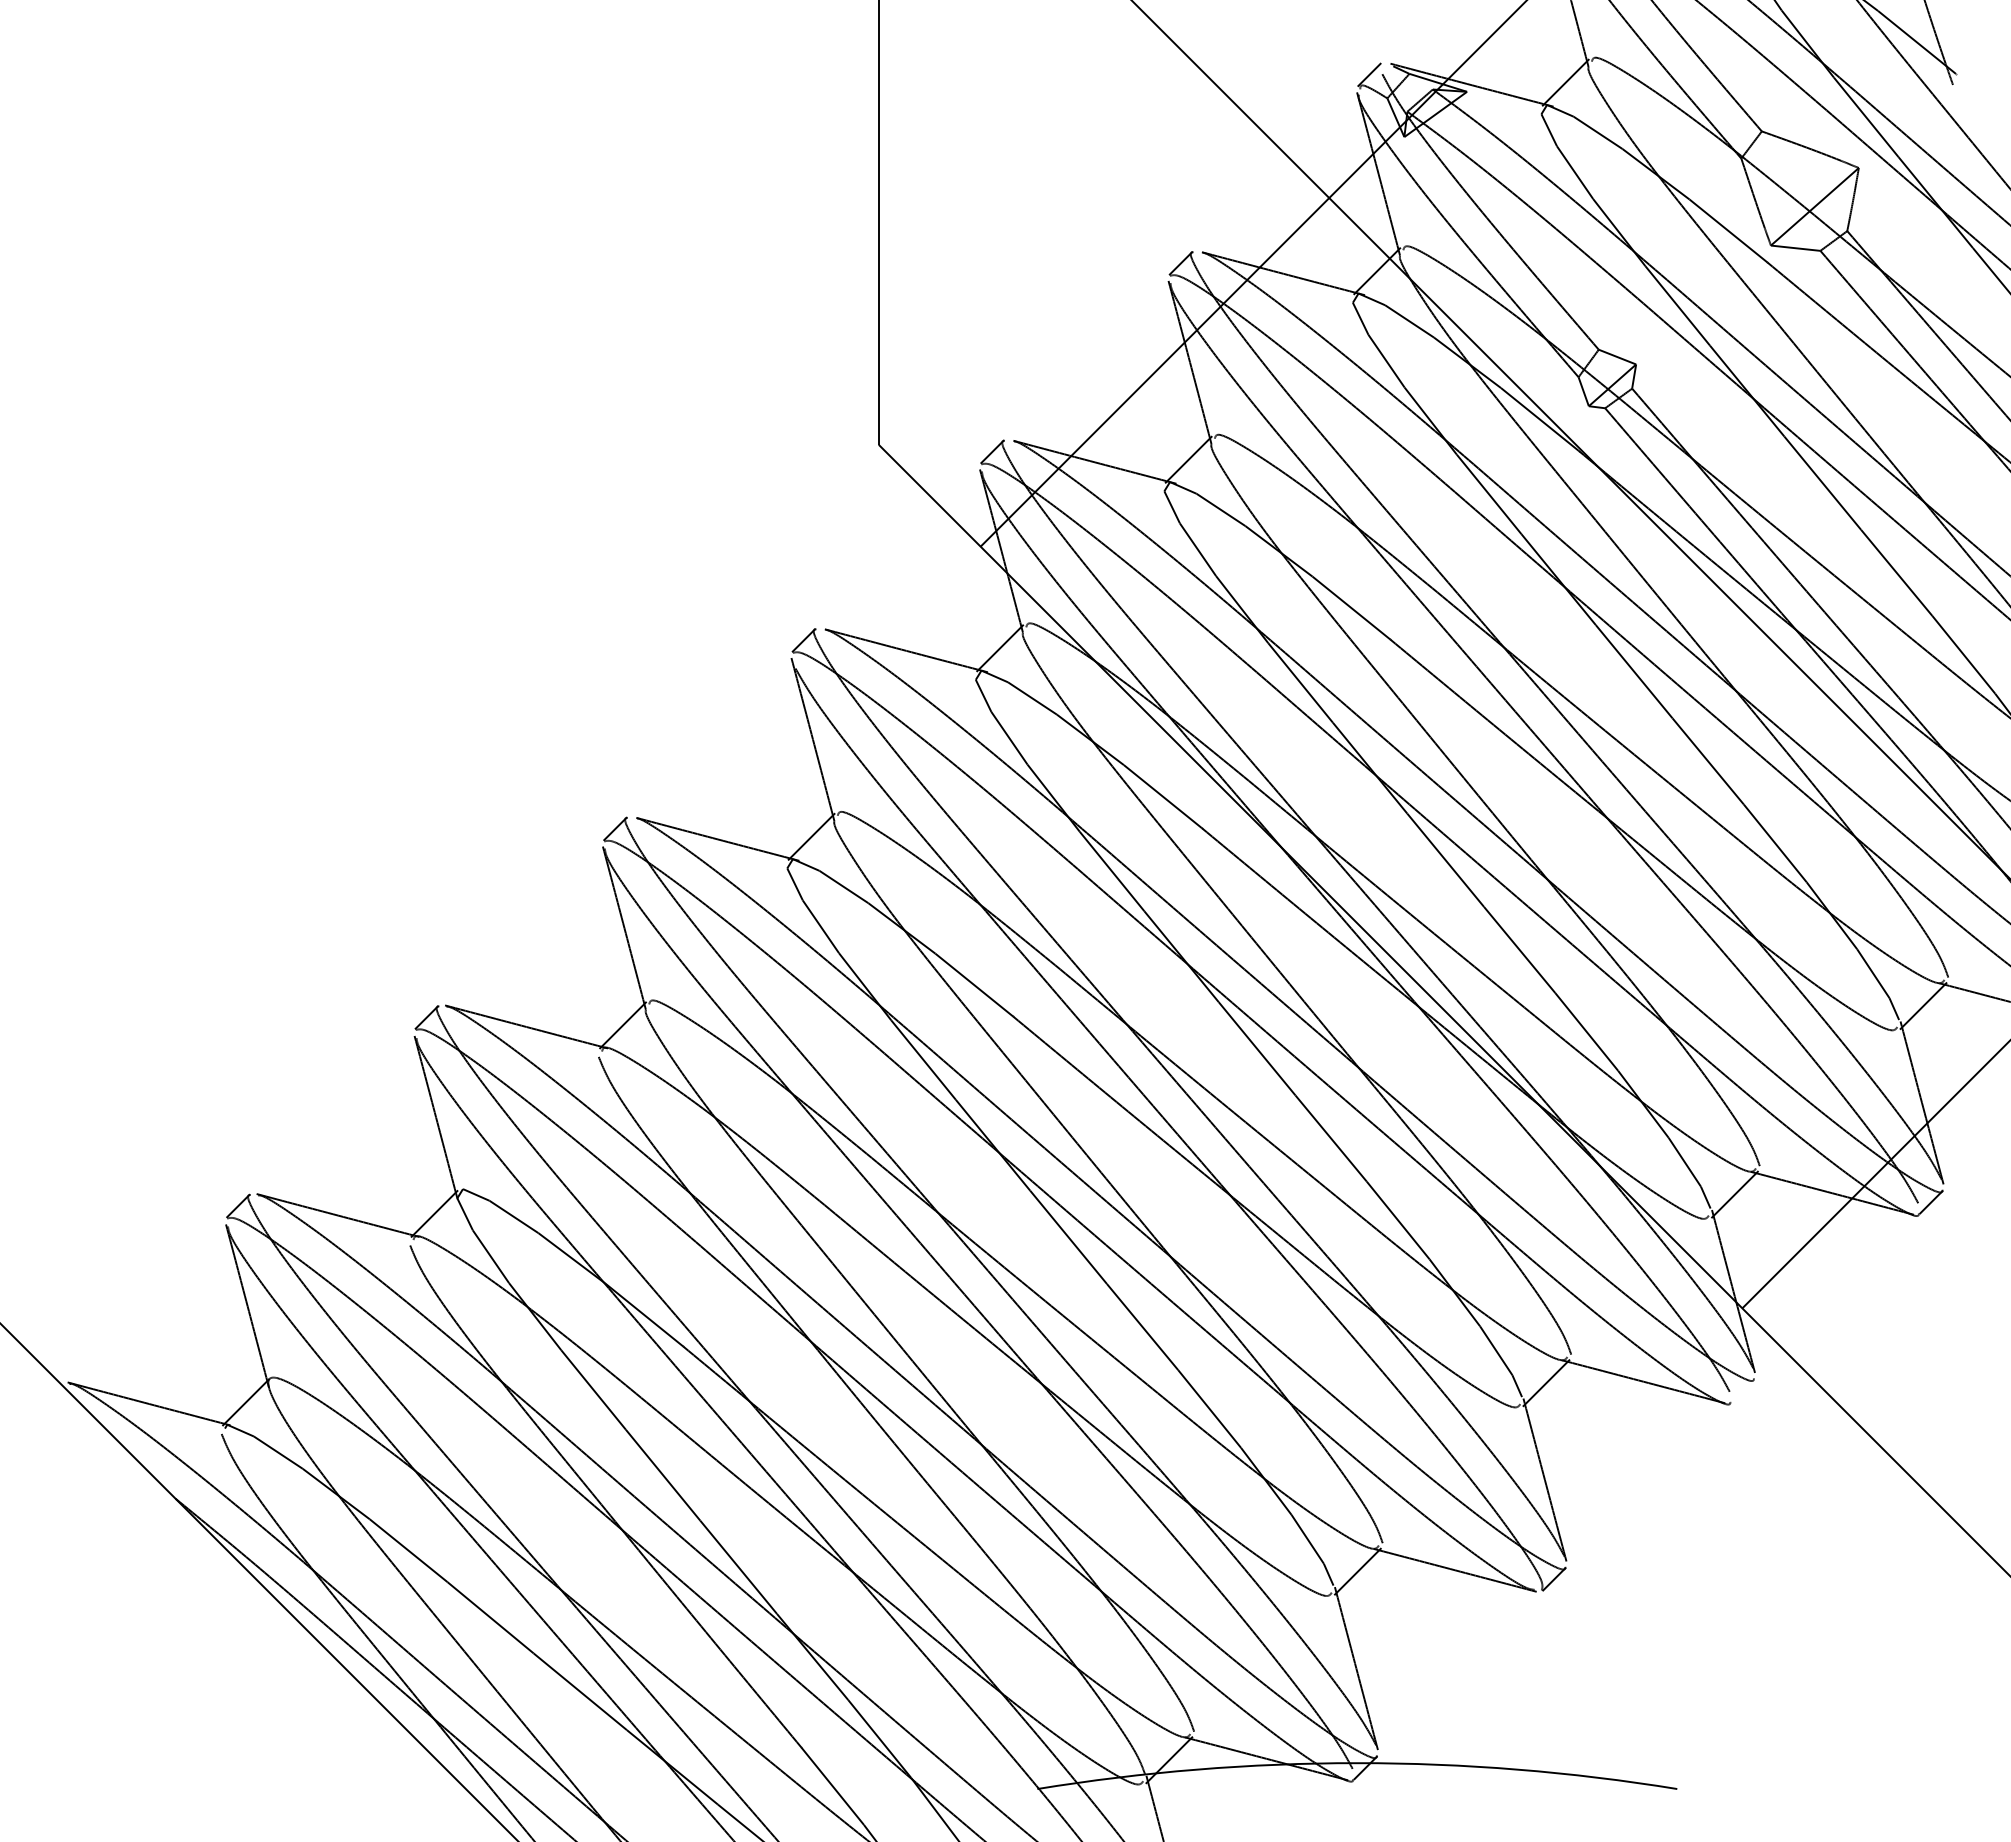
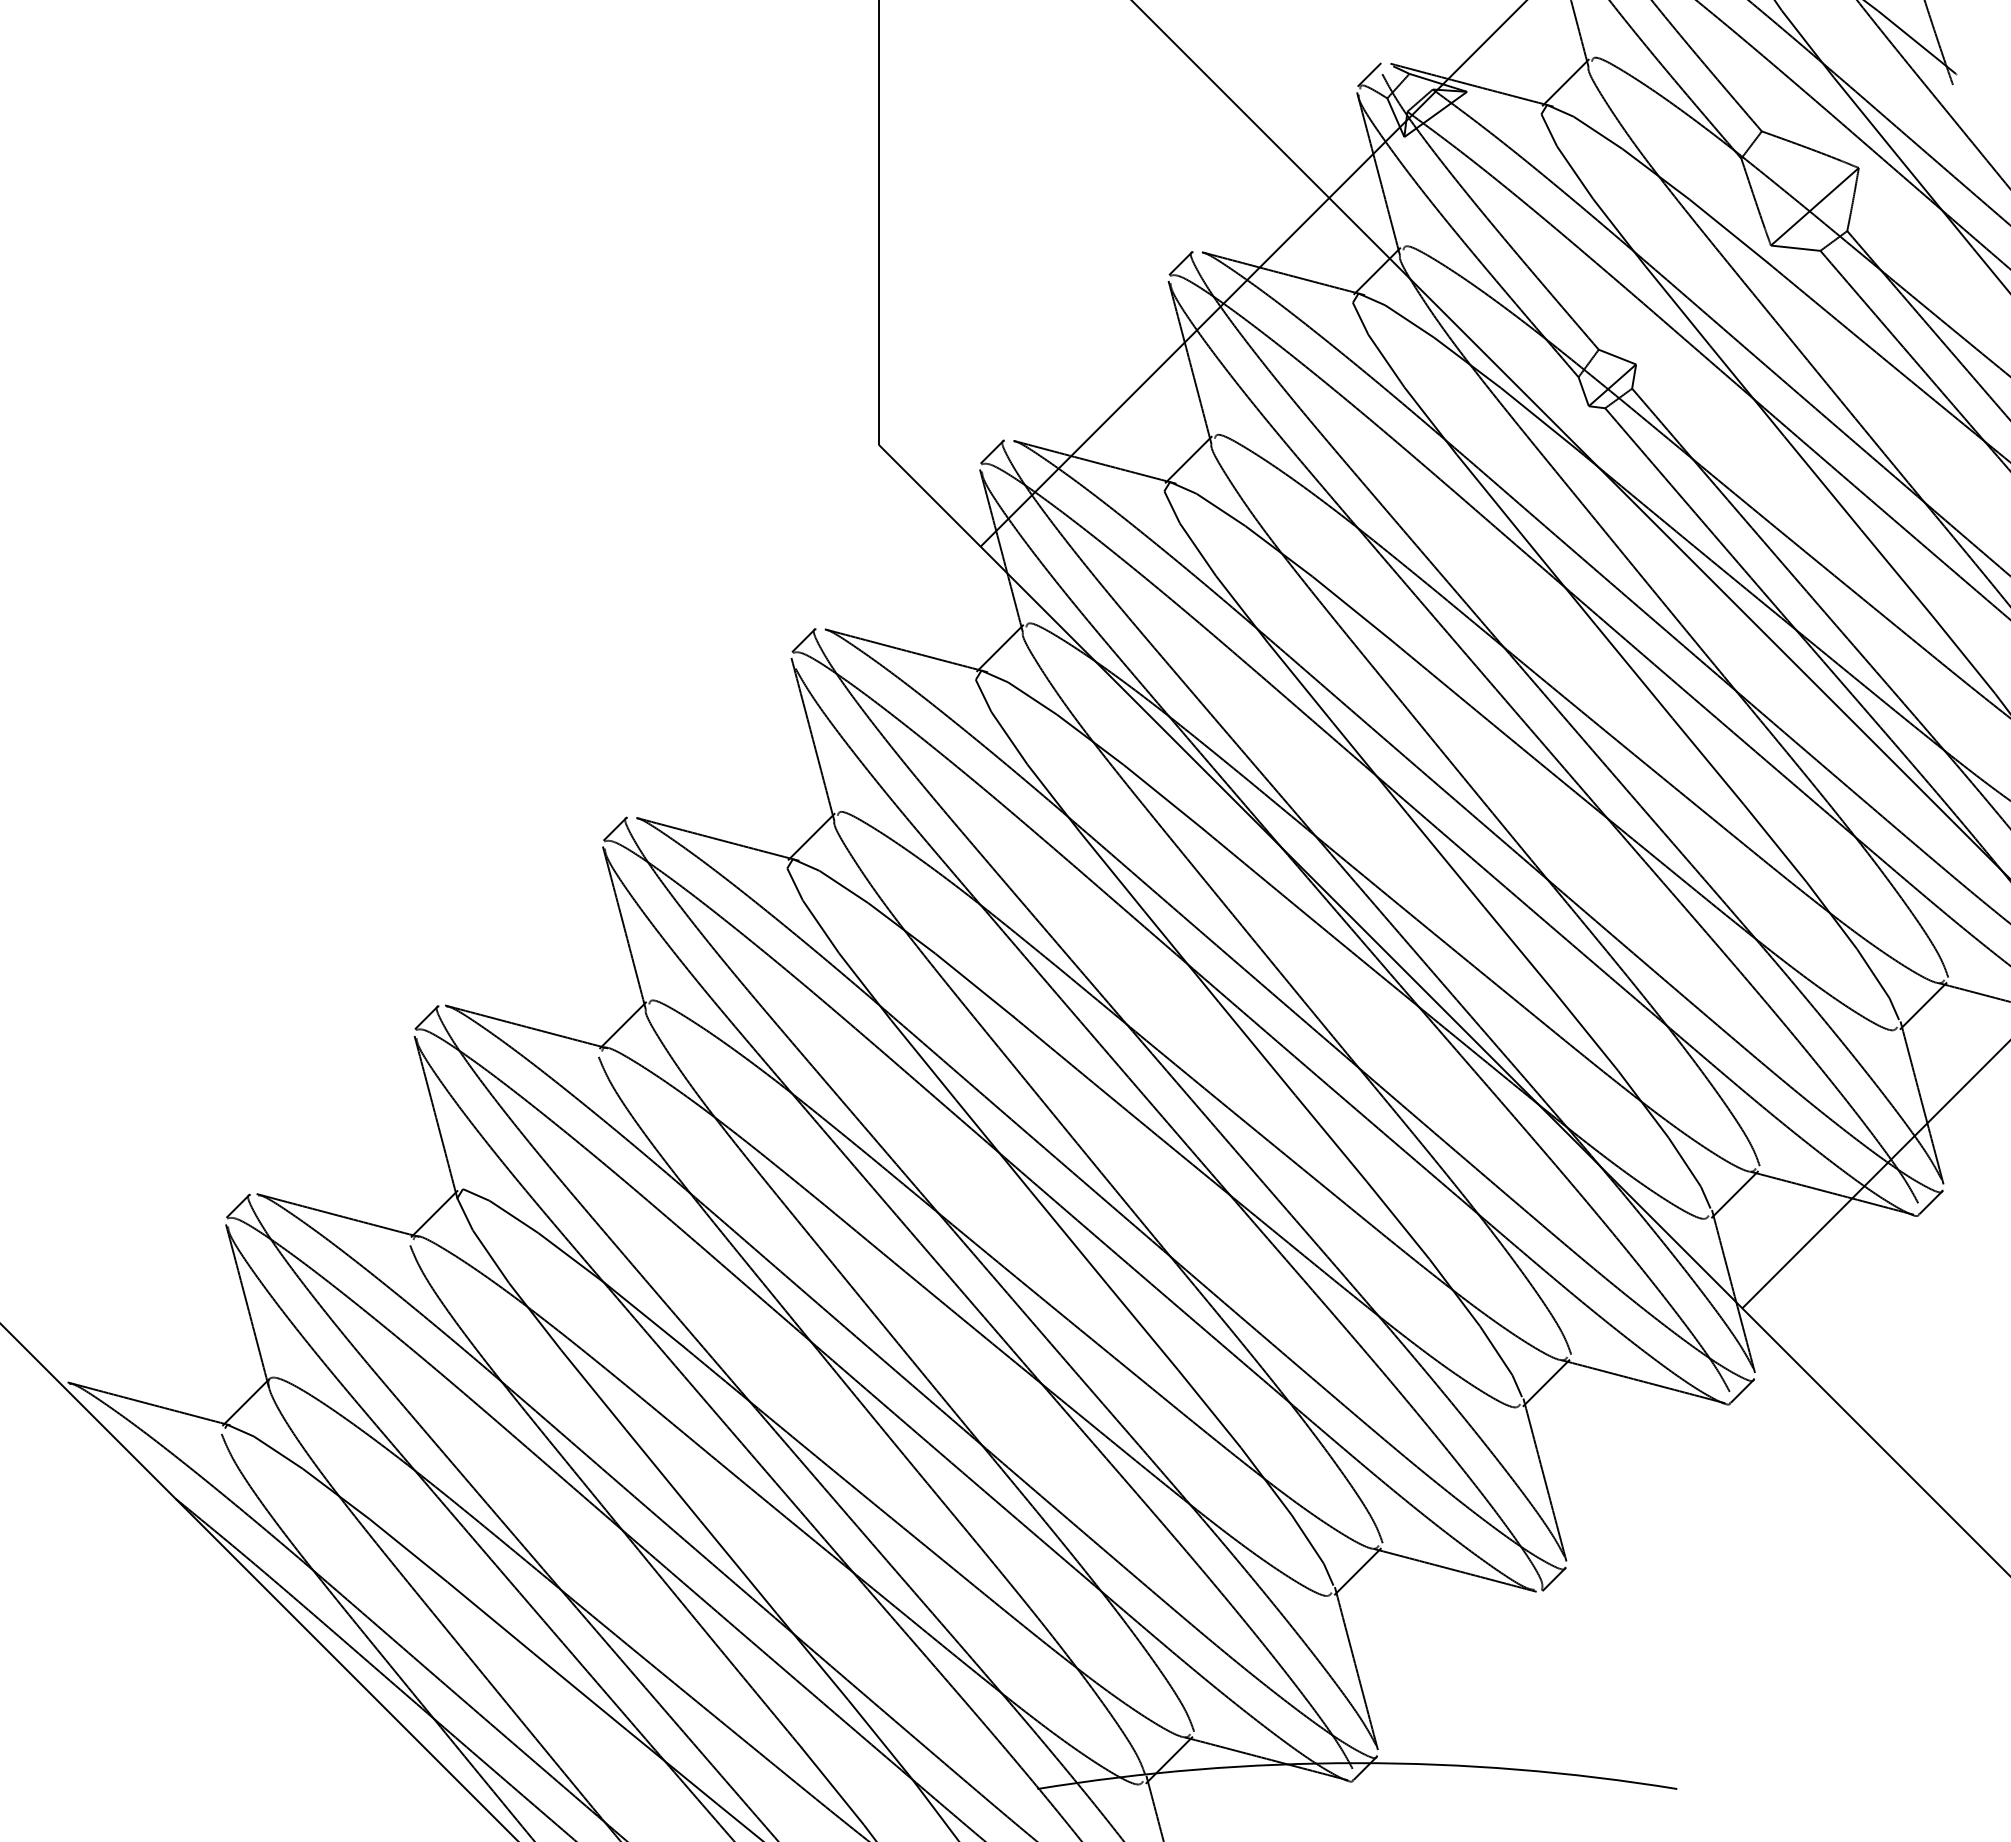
line at (1742, 1390): none -> present
